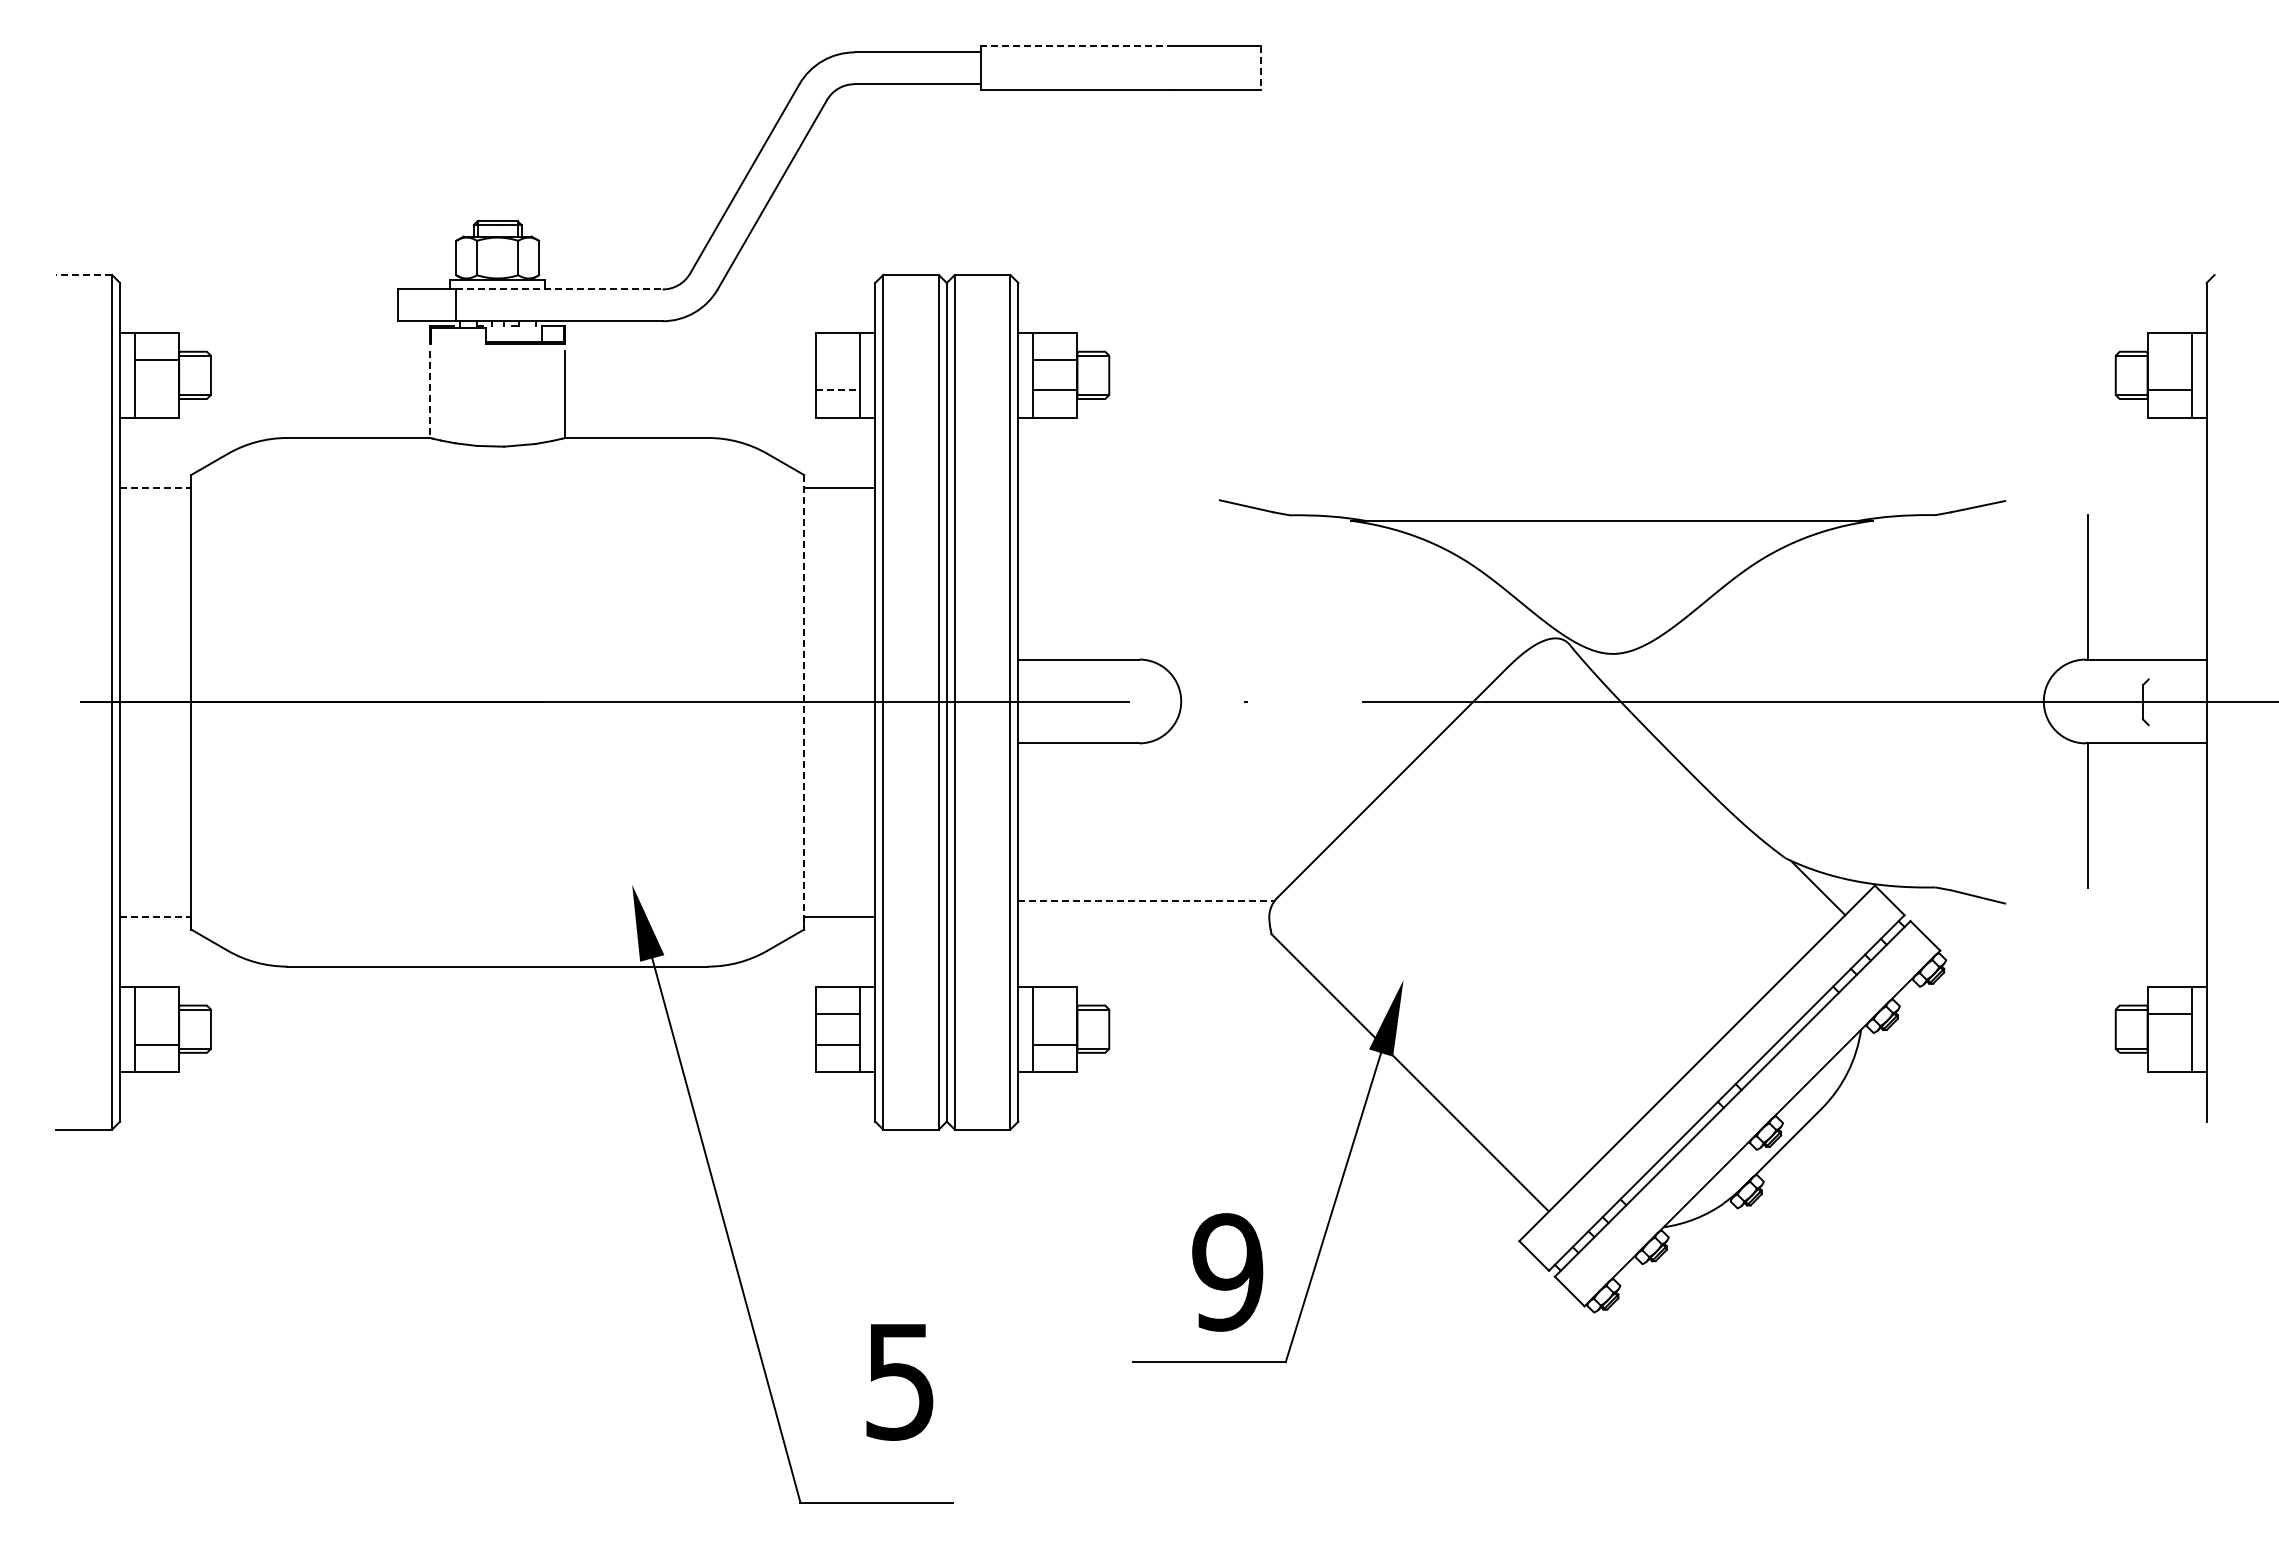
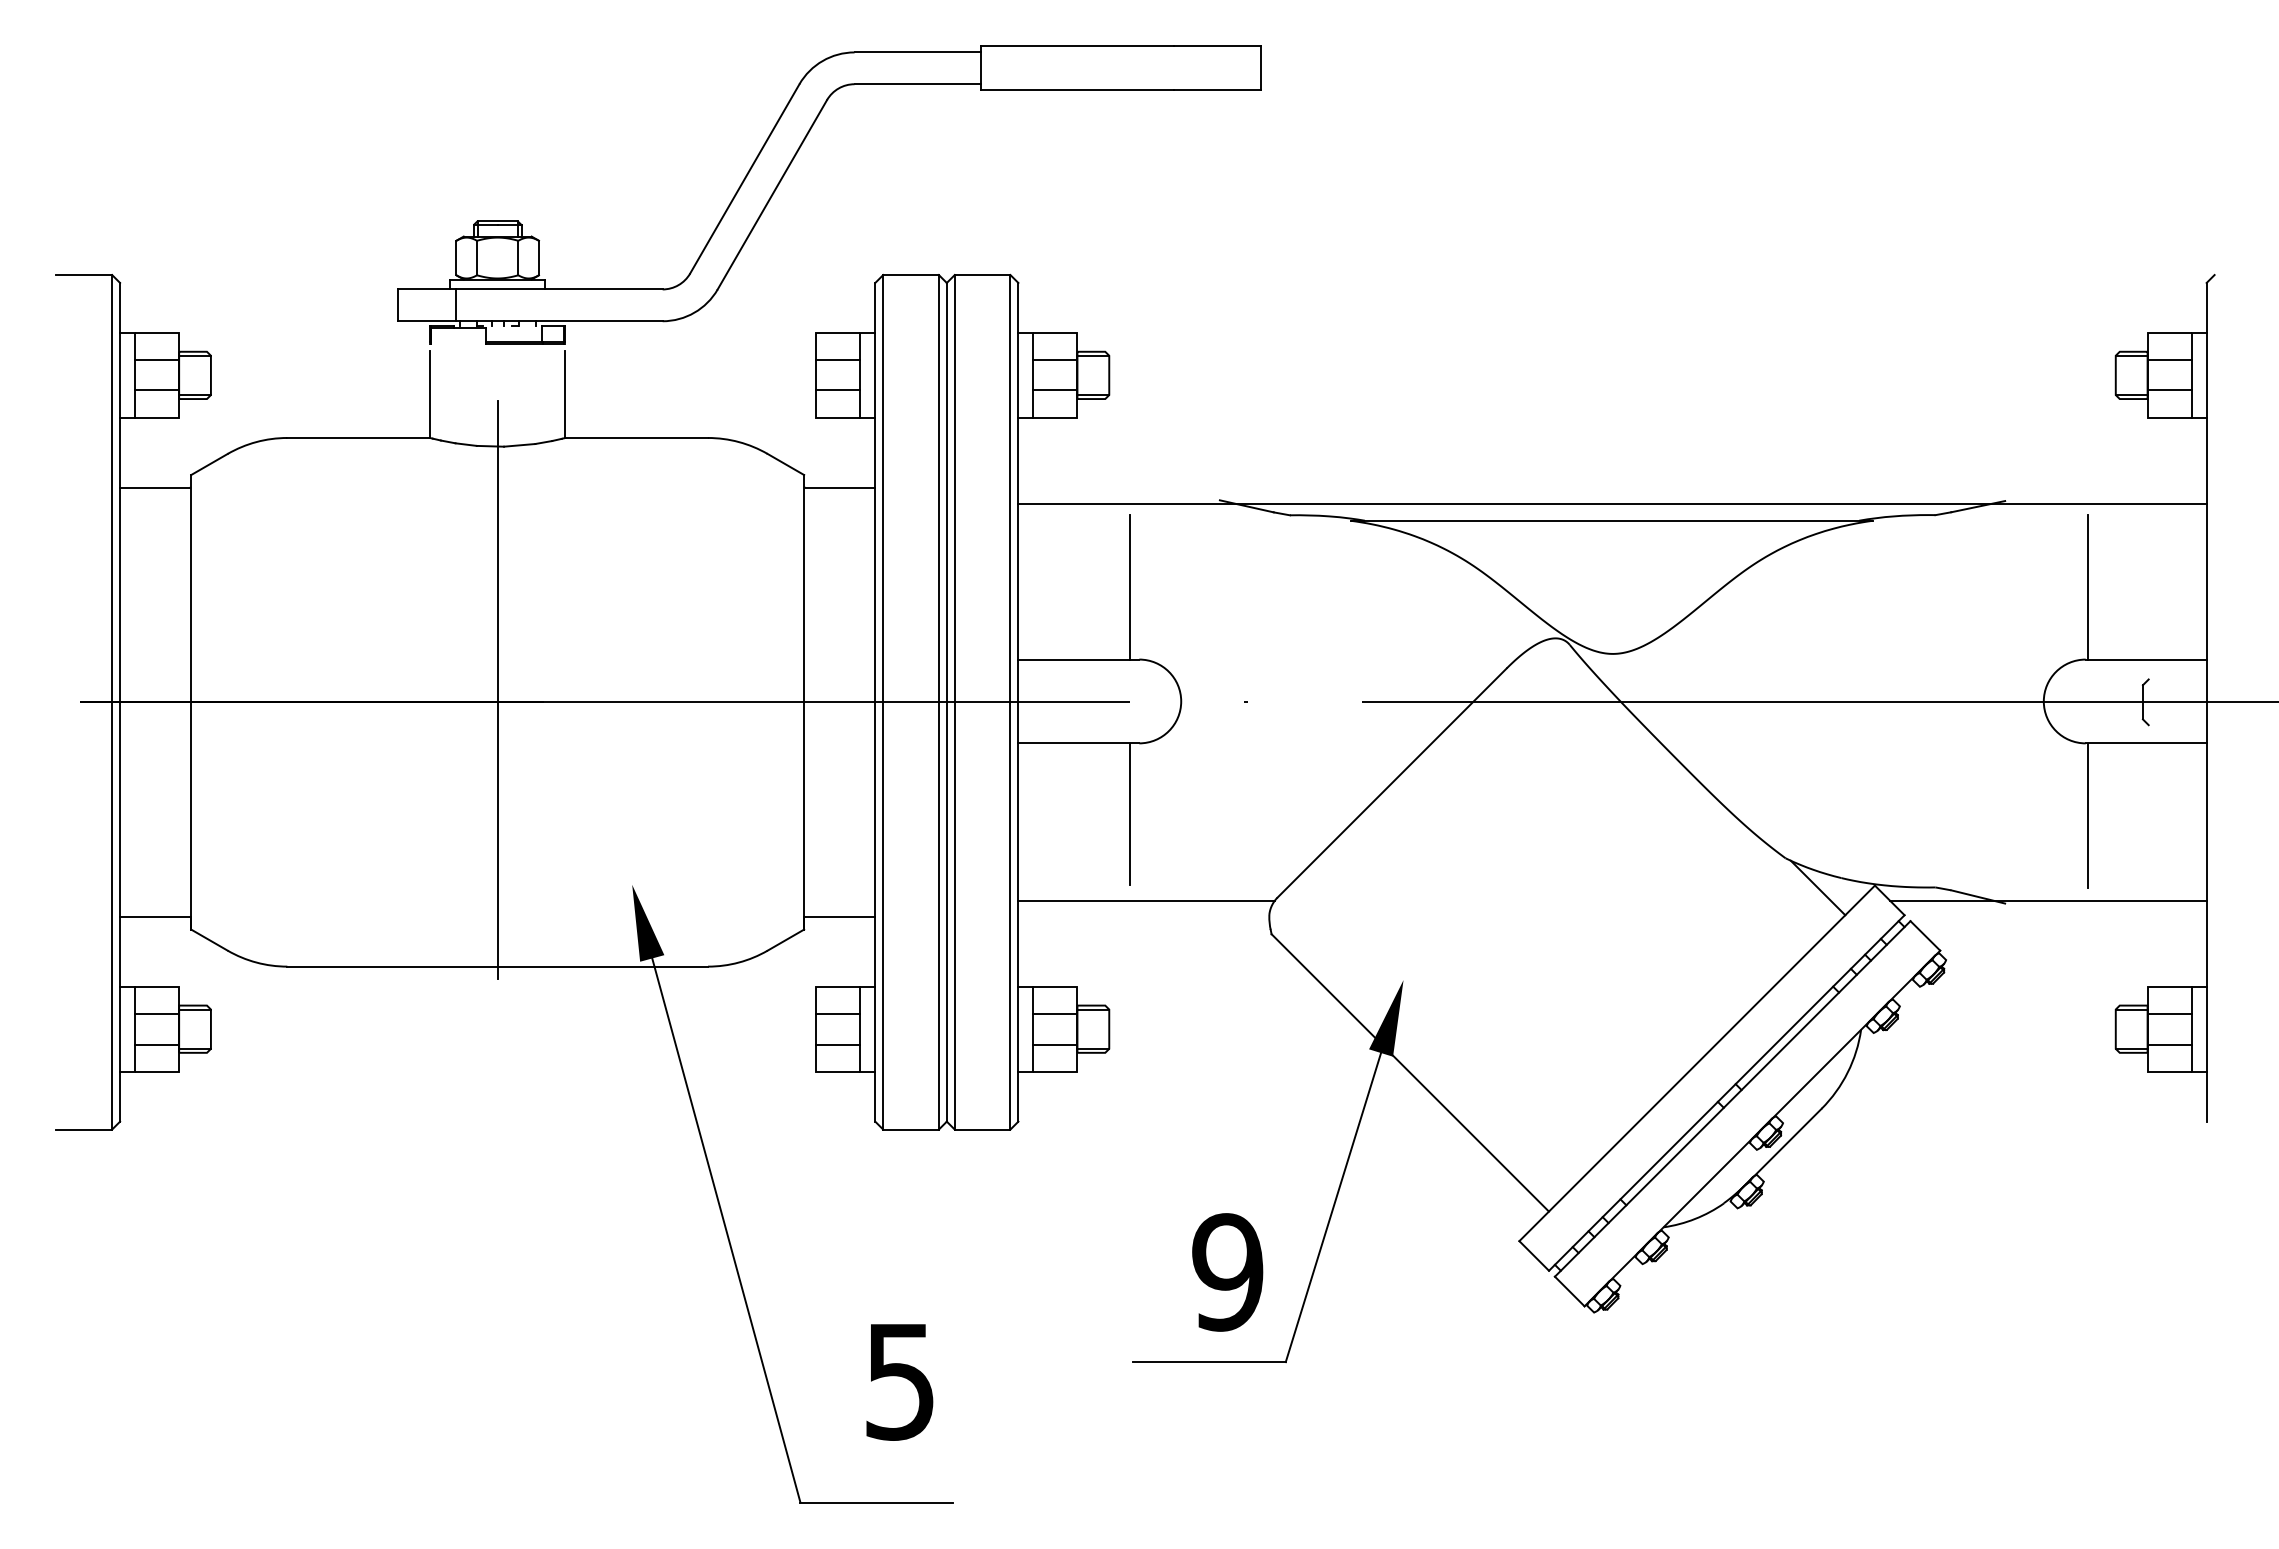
line at (1076, 46): dashed -> solid
line at (1260, 68): dashed -> solid
line at (84, 275): dashed -> solid
line at (559, 289): dashed -> solid
line at (838, 359): none -> present
line at (2169, 359): none -> present
line at (157, 390): none -> present
line at (838, 390): dashed -> solid
line at (430, 394): dashed -> solid
line at (154, 487): dashed -> solid
line at (1612, 503): none -> present
line at (1129, 587): none -> present
line at (497, 689): none -> present
line at (804, 702): dashed -> solid
line at (1129, 814): none -> present
line at (1147, 901): dashed -> solid
line at (2048, 901): none -> present
line at (154, 916): dashed -> solid
line at (157, 1014): none -> present
line at (1055, 1014): none -> present
line at (2169, 1044): none -> present
